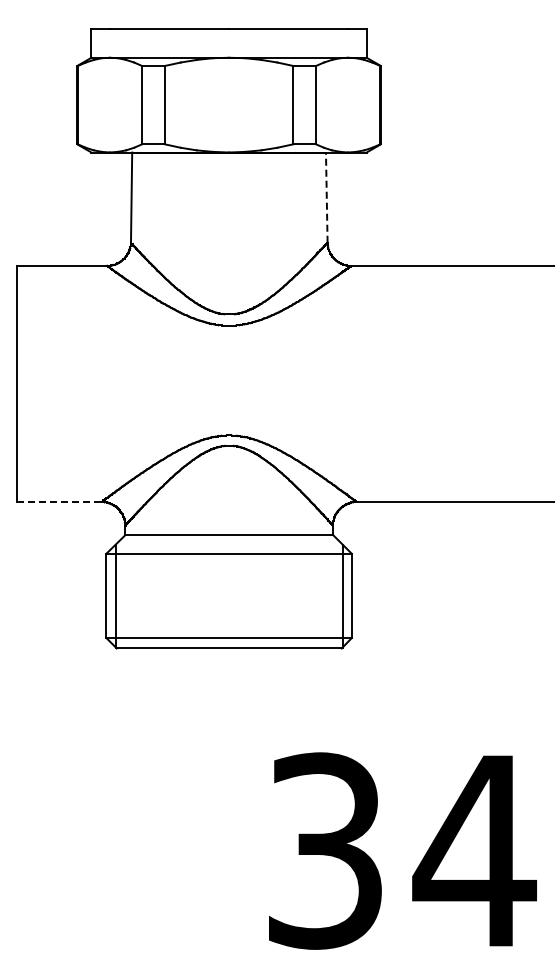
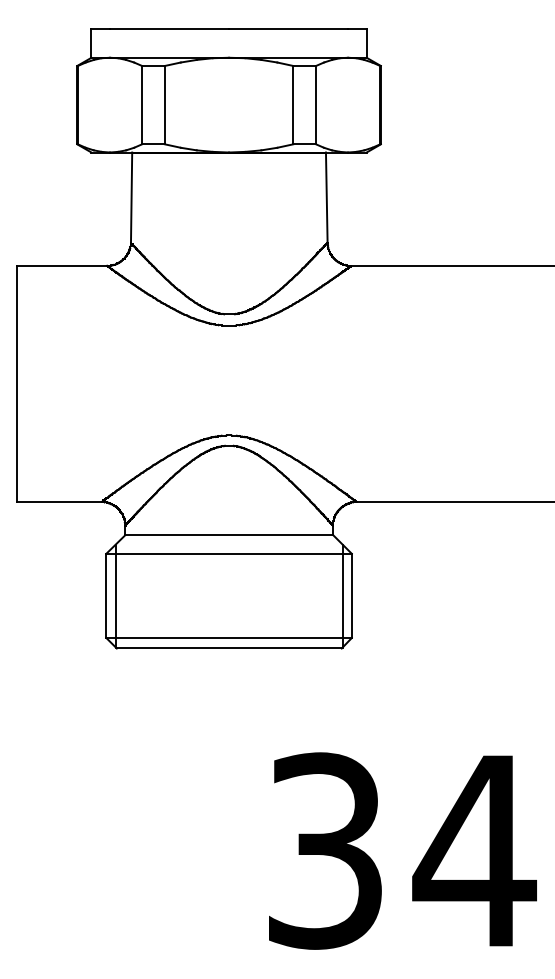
line at (326, 197): dashed -> solid
line at (59, 502): dashed -> solid
